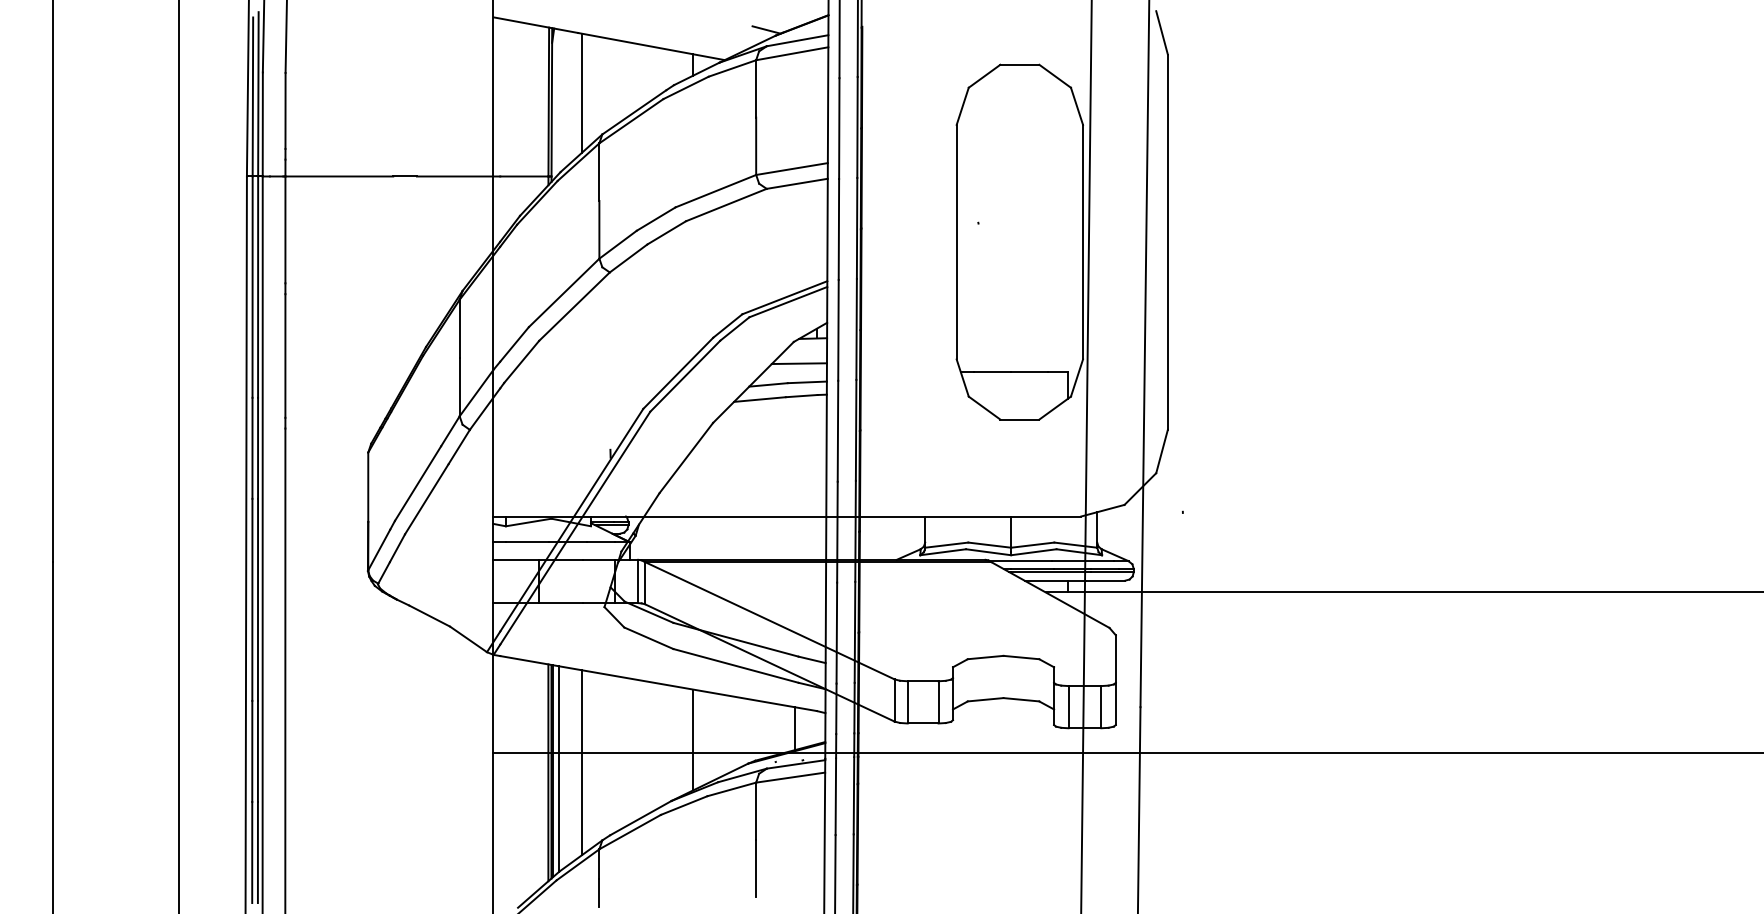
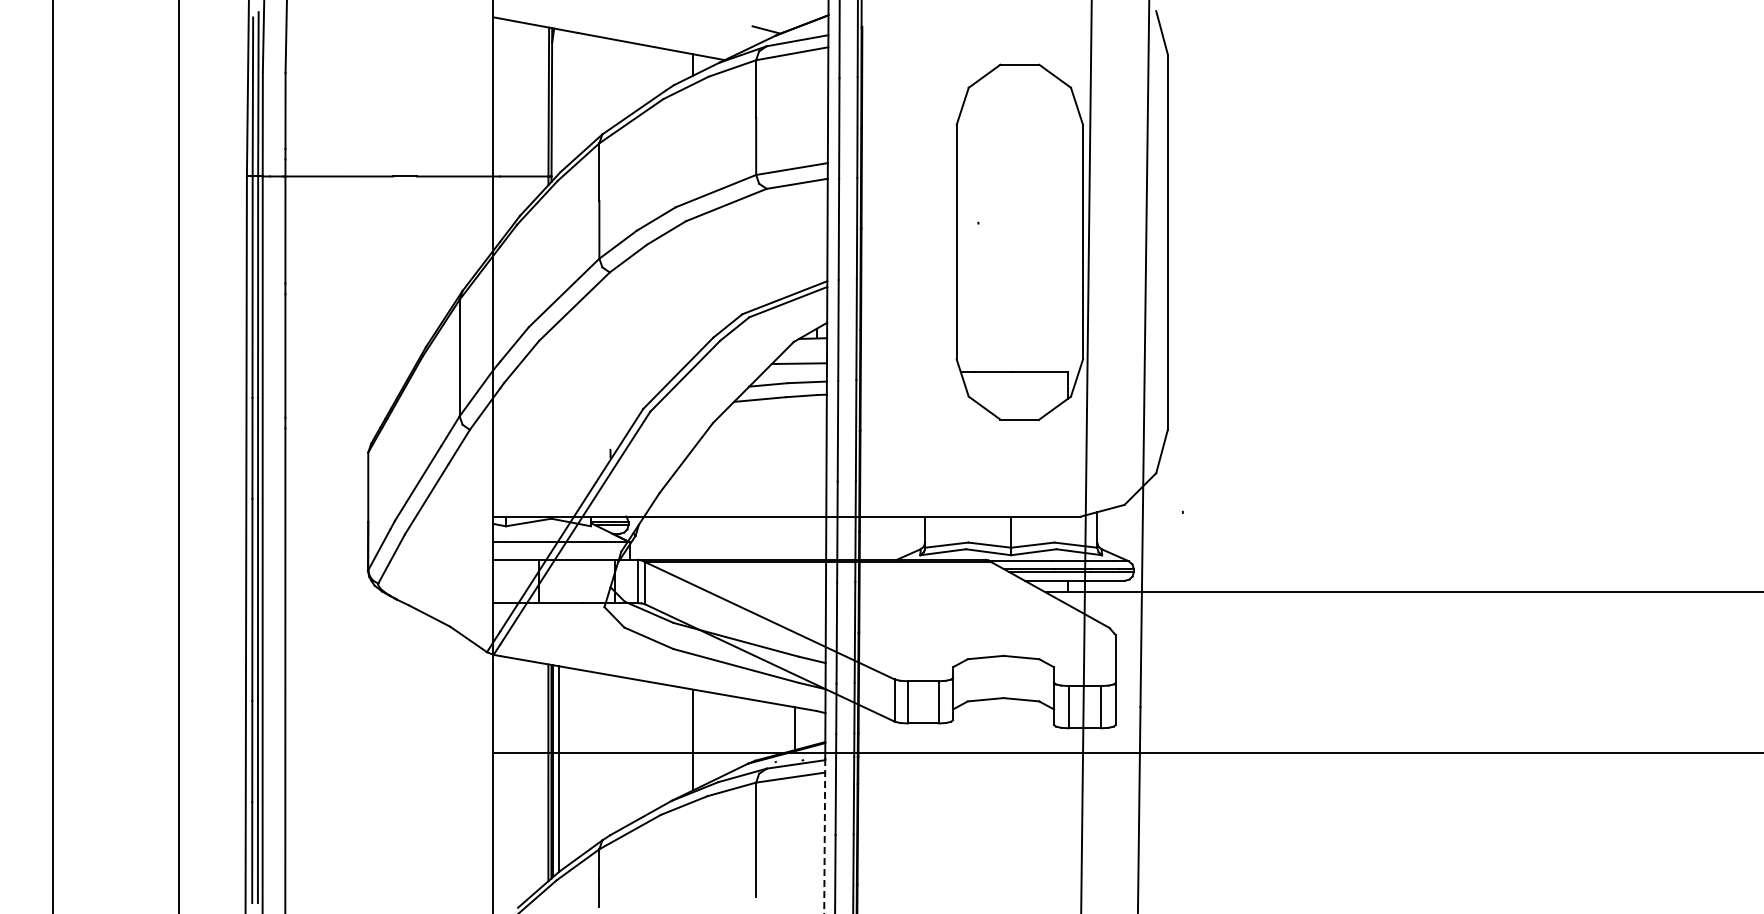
line at (581, 92): present -> none
line at (581, 762): present -> none
line at (824, 836): solid -> dashed
